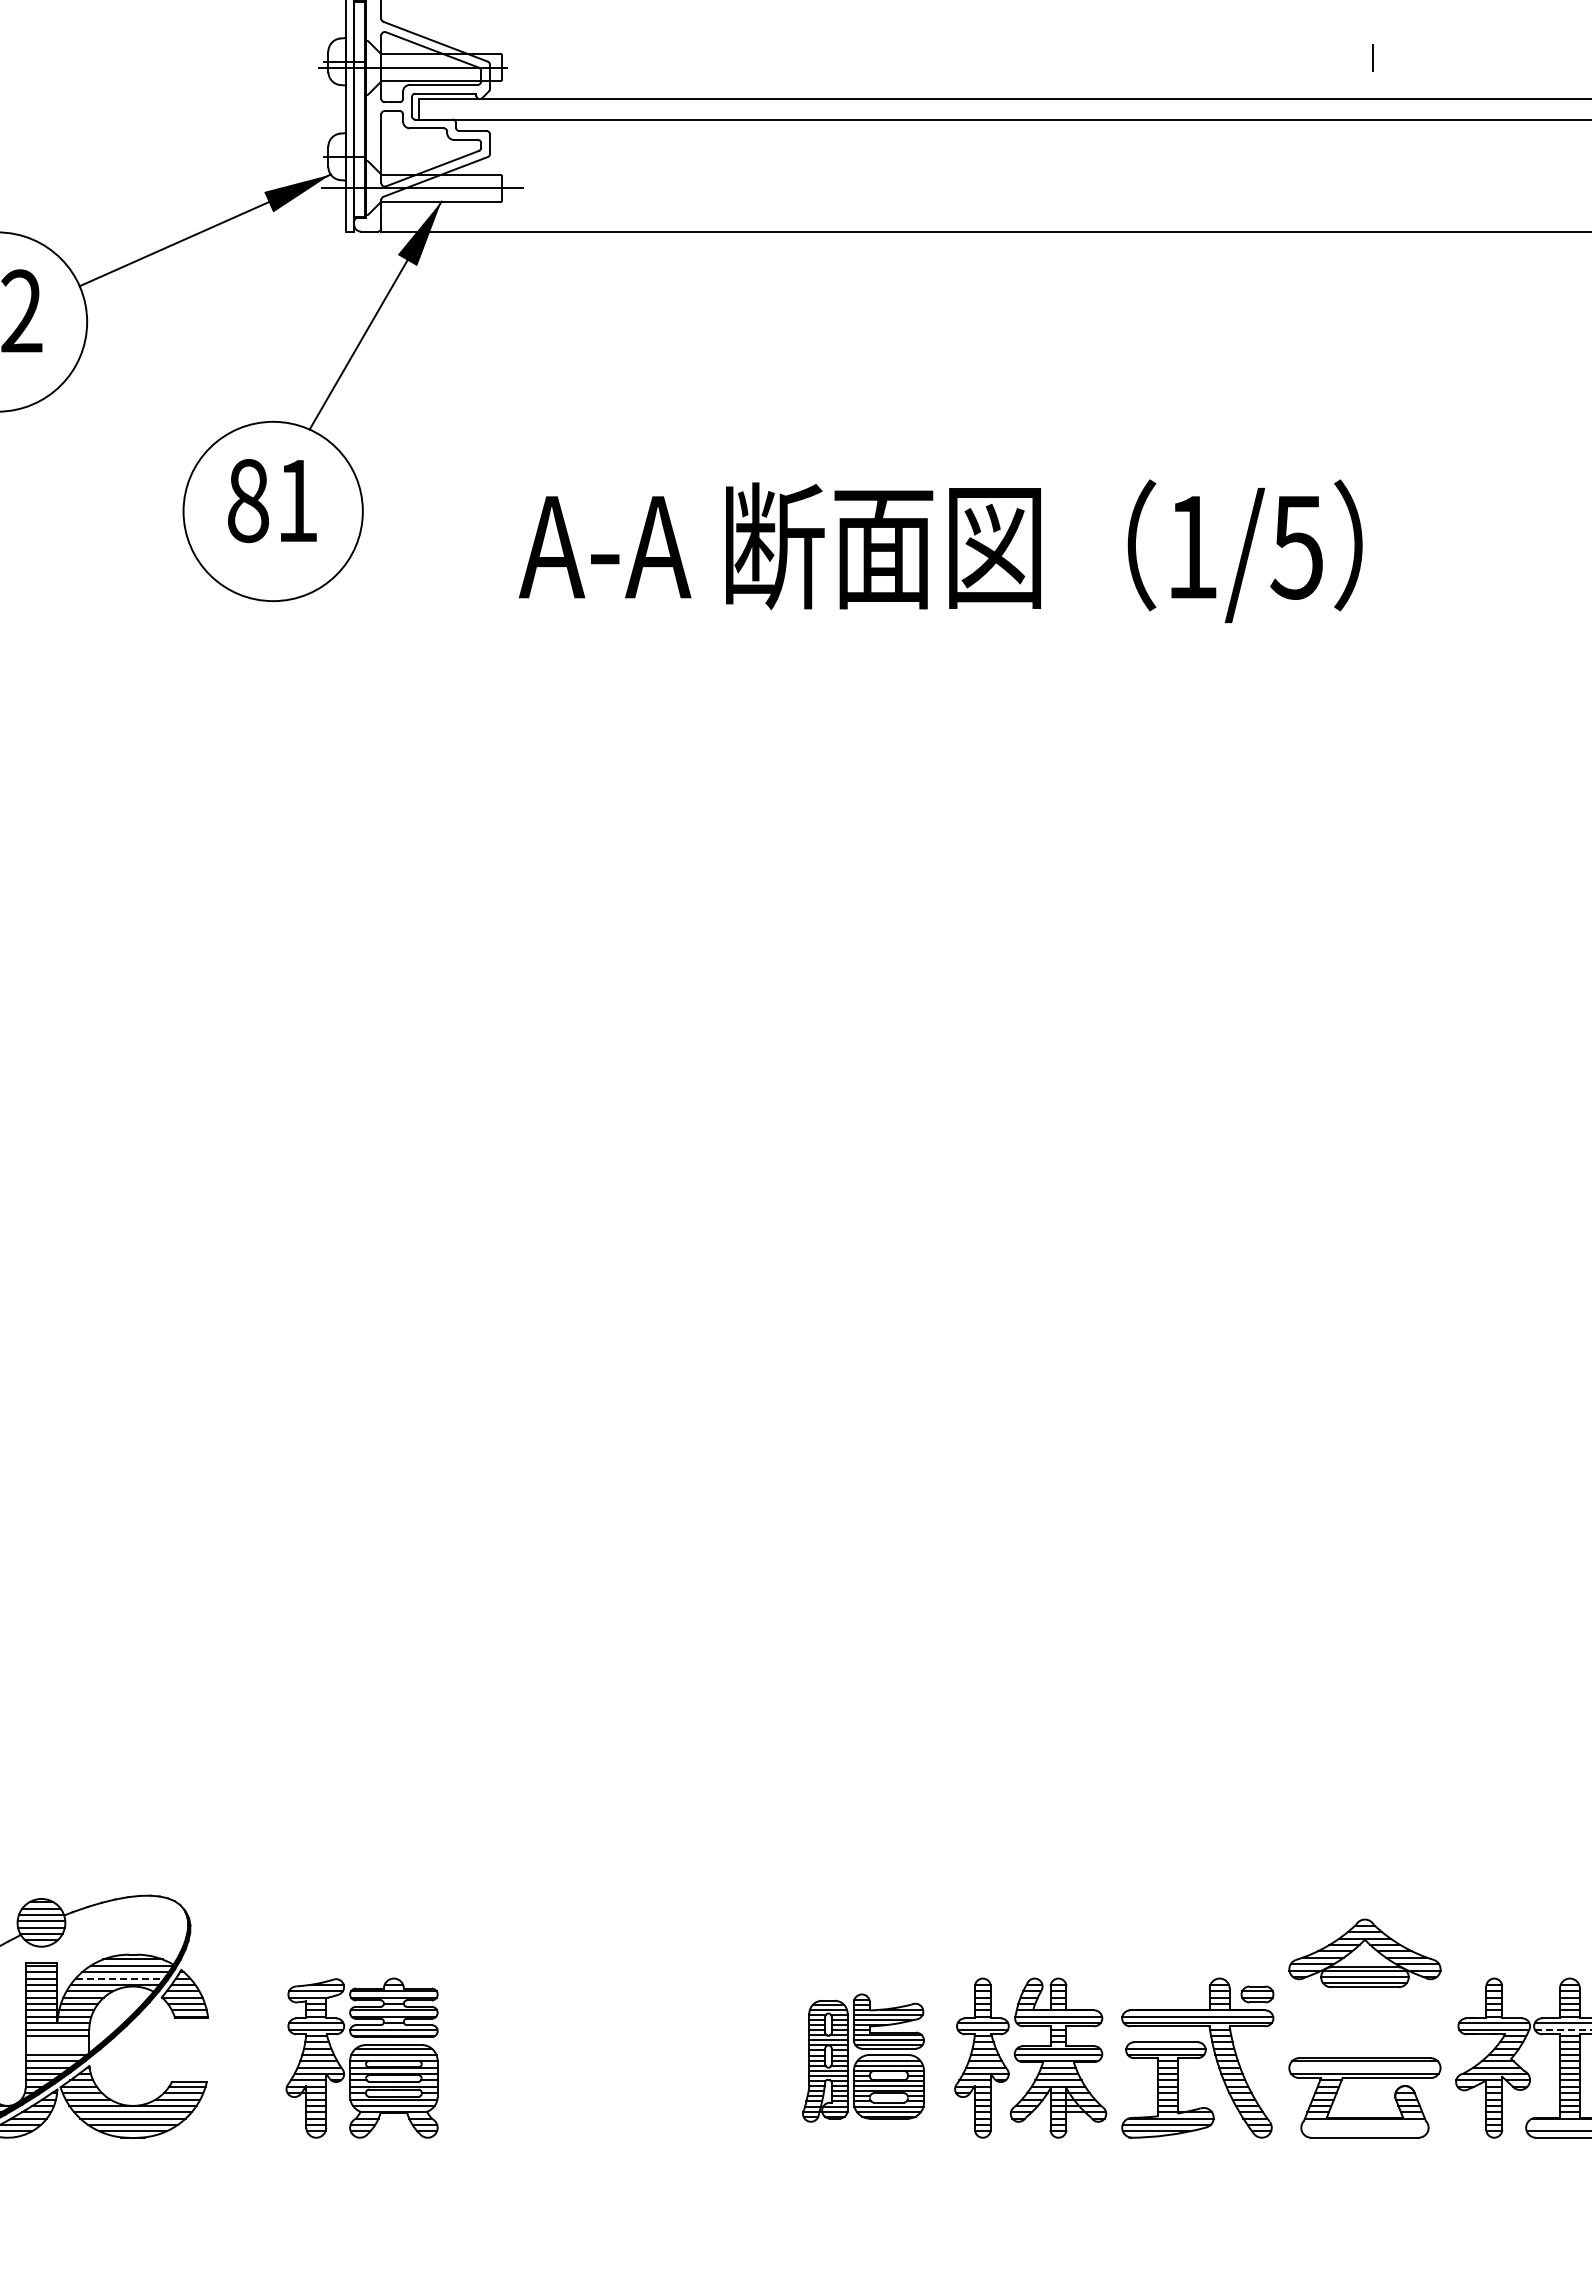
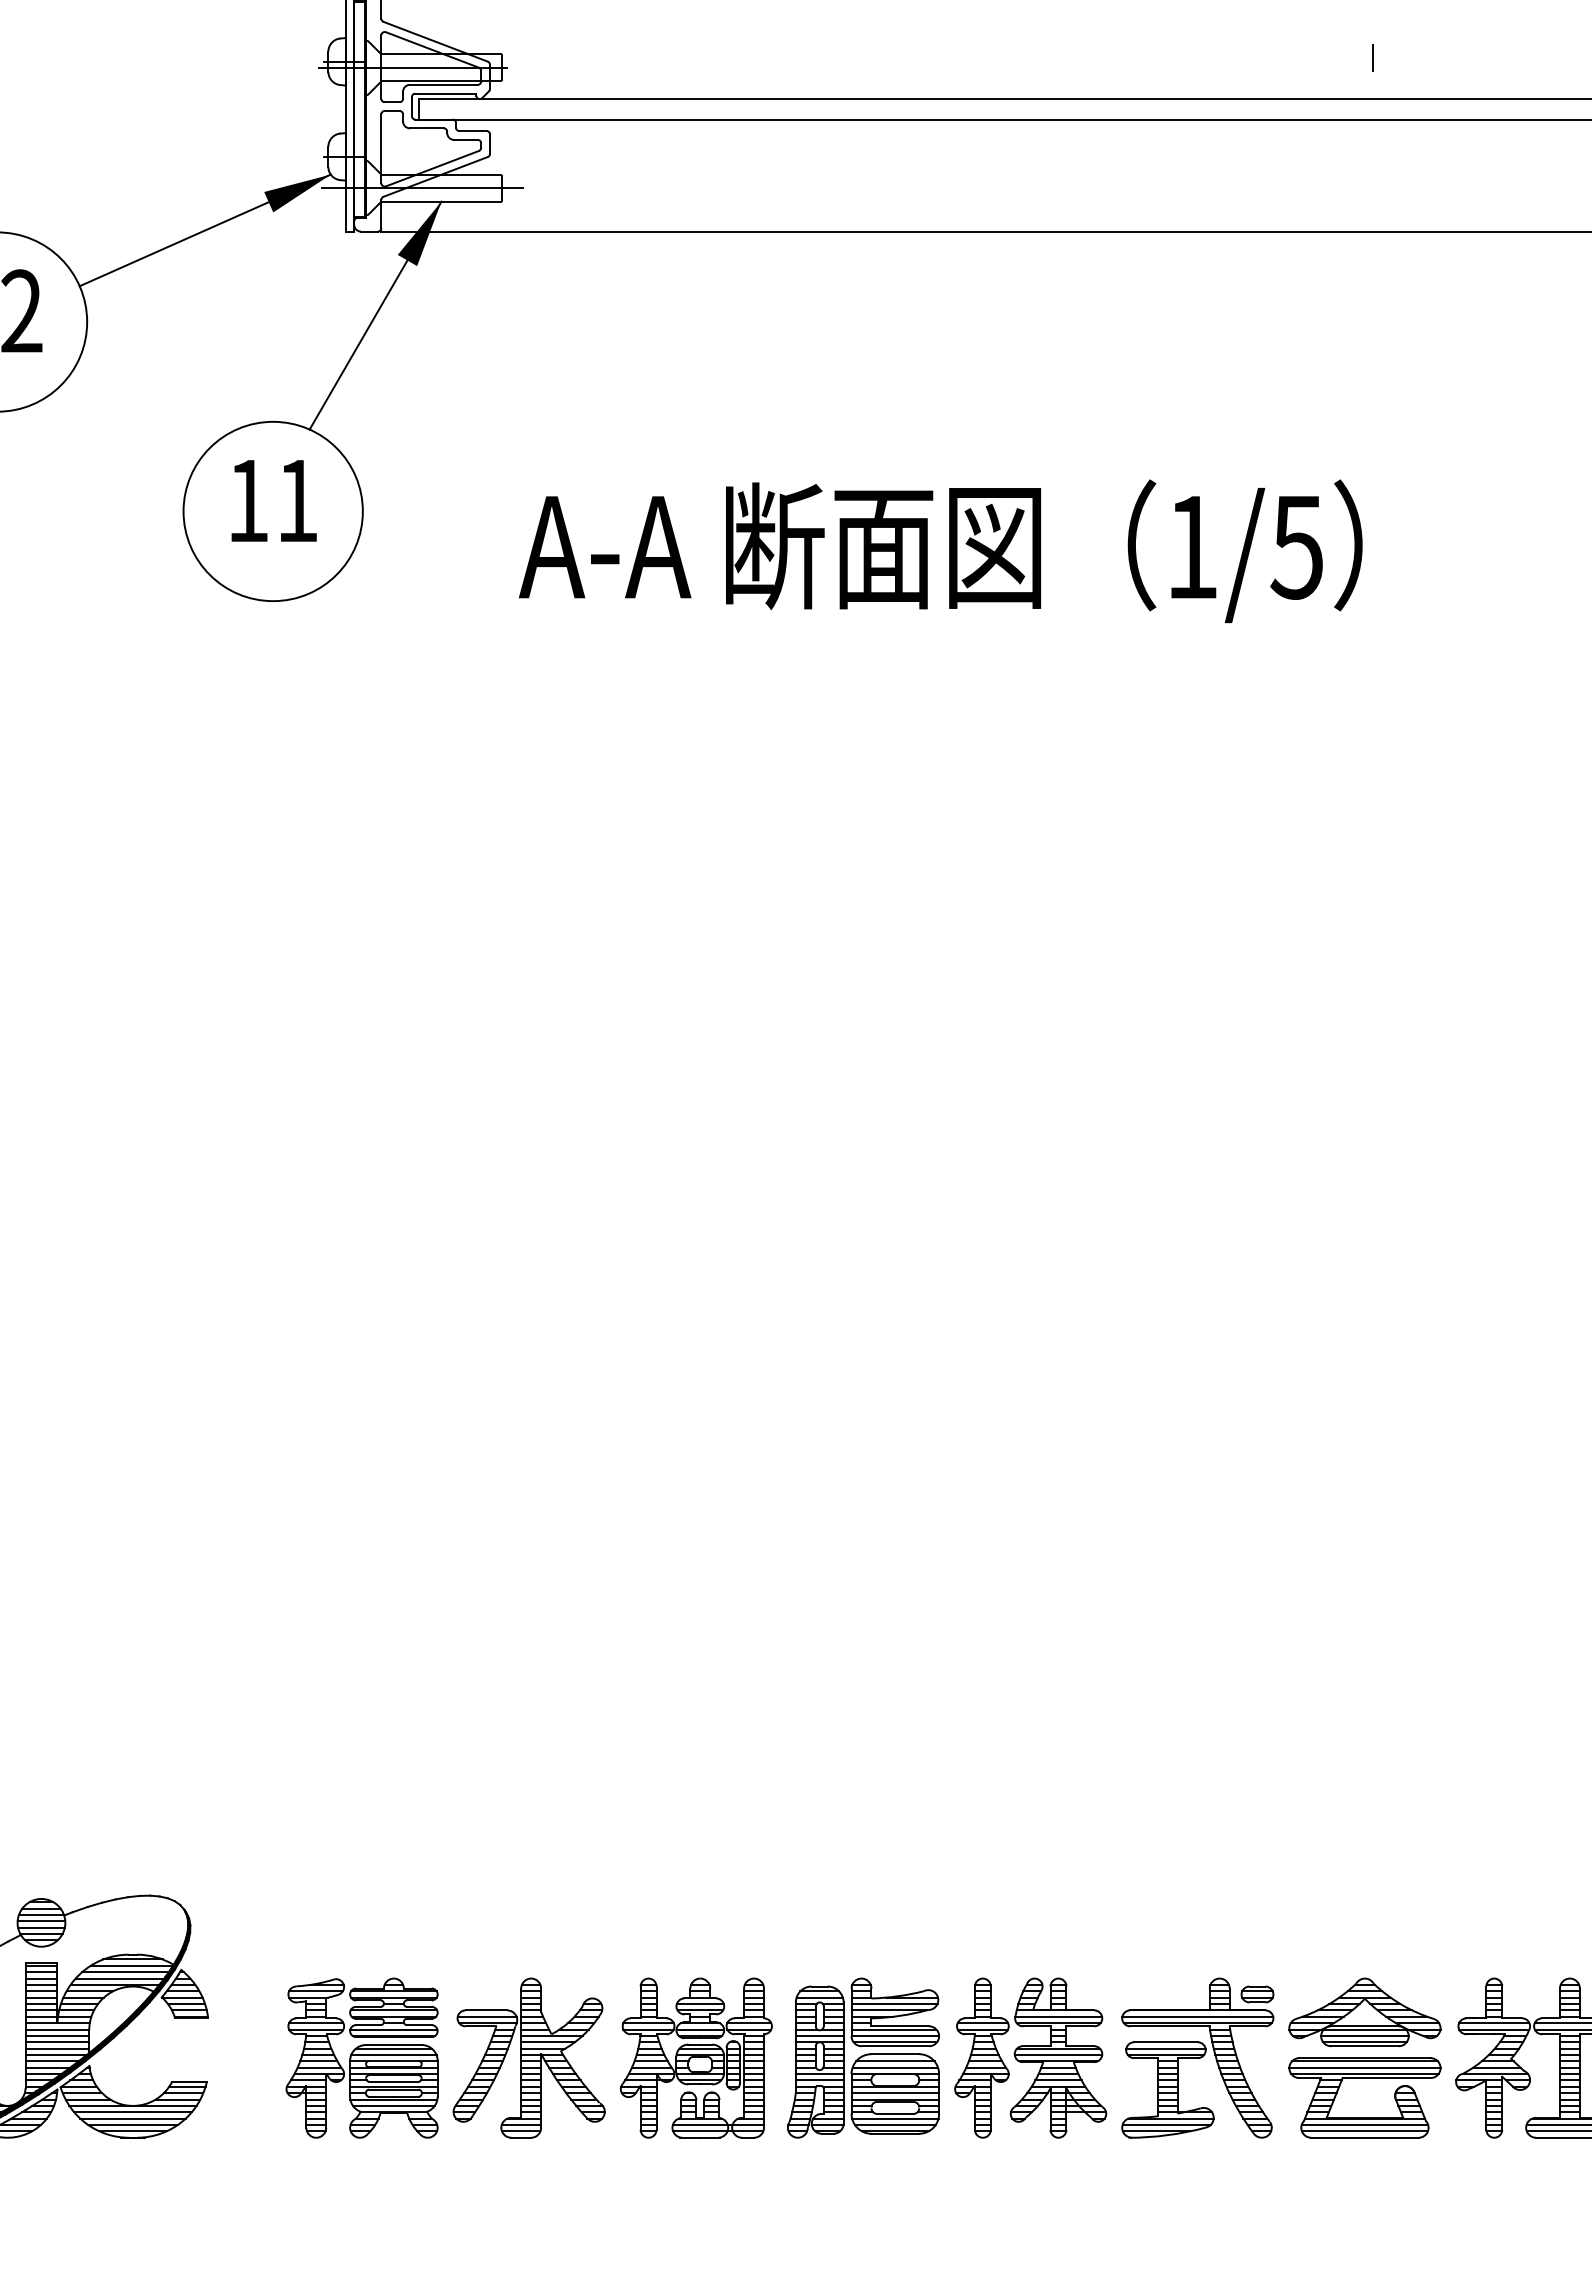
text at (248, 501): 81 -> 11
part at (1364, 1953) position: (1364, 1953) -> (1364, 2012)
line at (120, 1978): dashed -> solid
line at (1563, 2029): dashed -> solid
line at (57, 2042): none -> present
line at (57, 2048): none -> present
part at (528, 2057): none -> present
part at (696, 2057): none -> present
part at (863, 2057) size: 123x130 px -> 153x162 px
line at (1364, 2067): none -> present
line at (1364, 2125): none -> present
line at (1557, 2125): none -> present
line at (1364, 2131): none -> present
